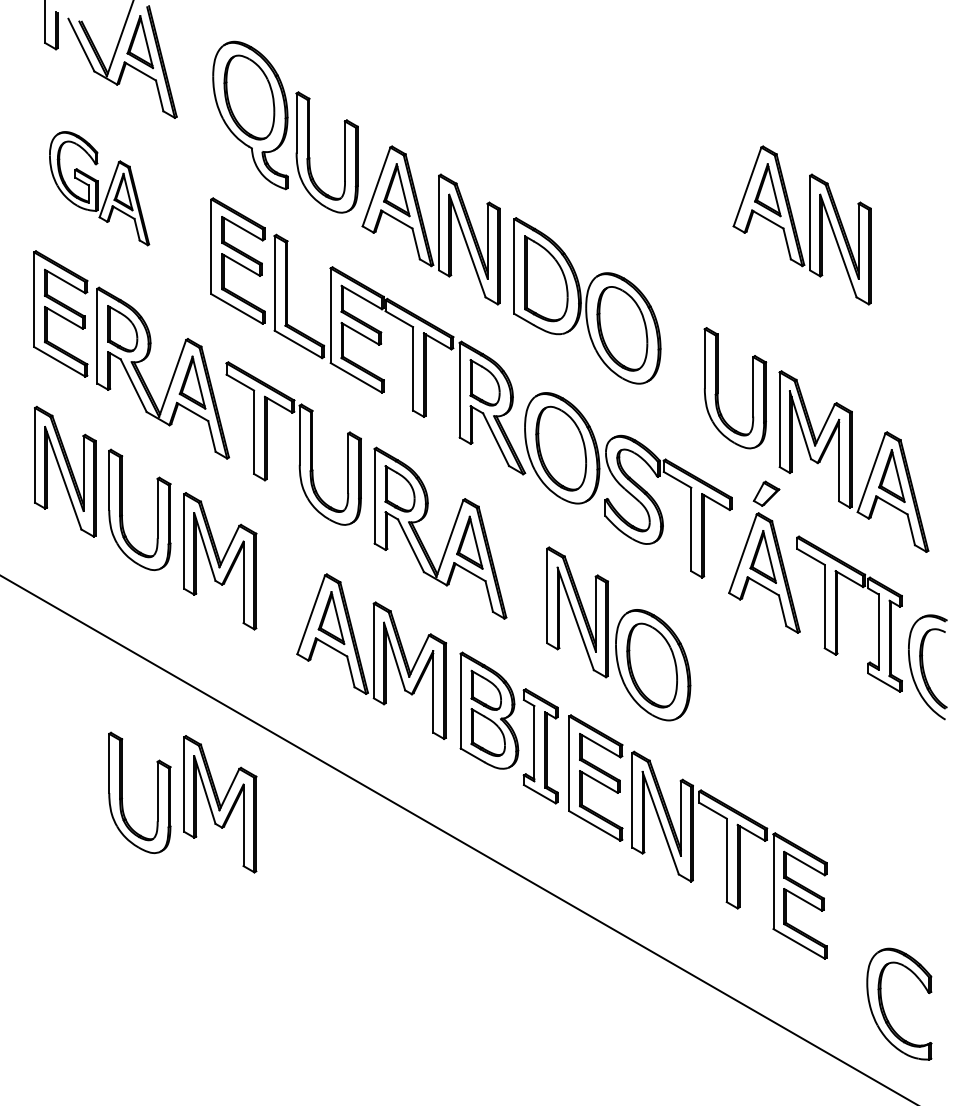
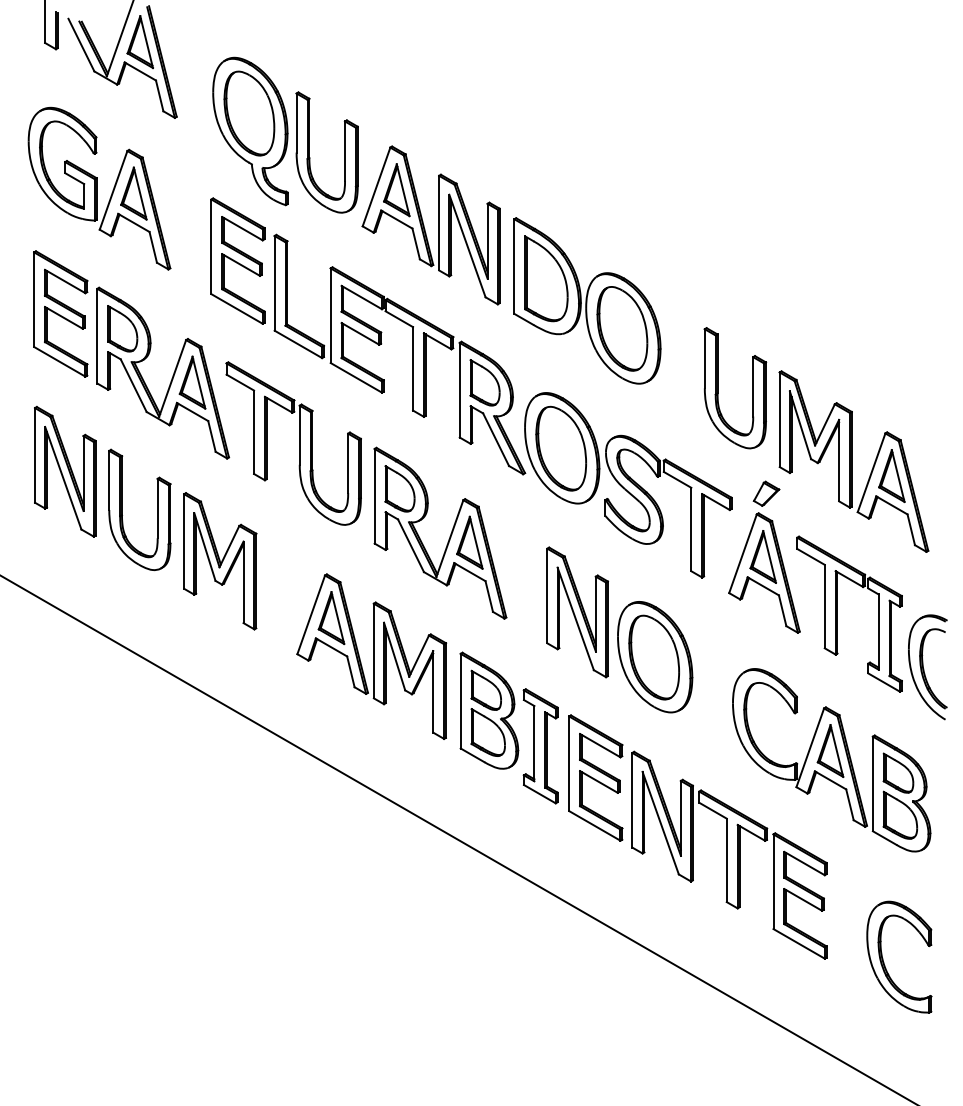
part at (250, 115) position: (250, 115) -> (250, 131)
part at (99, 188) size: 102x116 px -> 145x165 px
part at (801, 225): present -> none
part at (653, 665) position: (653, 665) -> (655, 657)
part at (831, 760): none -> present
part at (122, 792): present -> none
part at (220, 804): present -> none
part at (883, 1005) position: (883, 1005) -> (883, 958)
